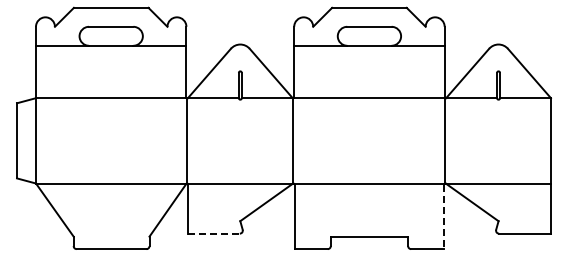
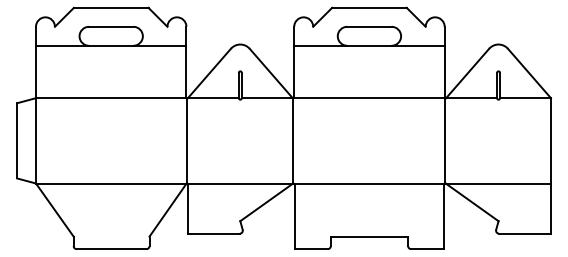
line at (444, 217): dashed -> solid
line at (214, 233): dashed -> solid
